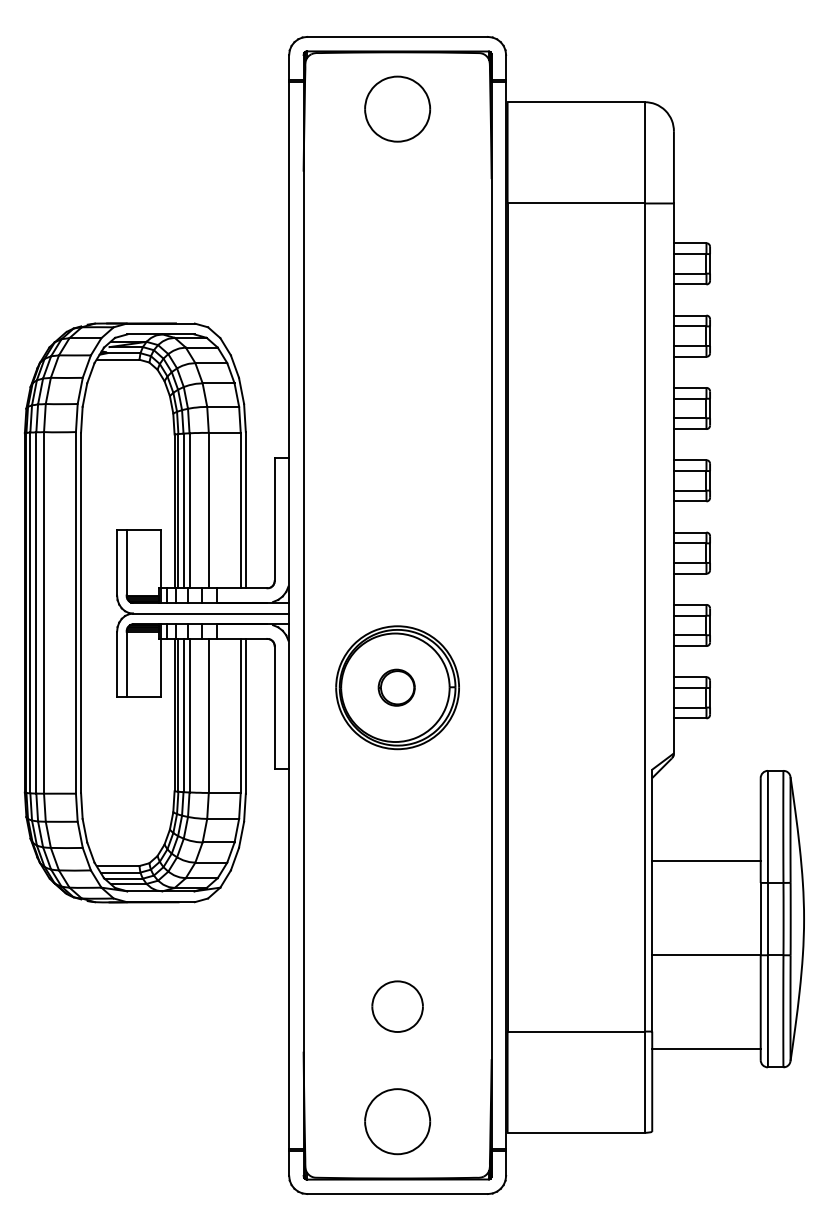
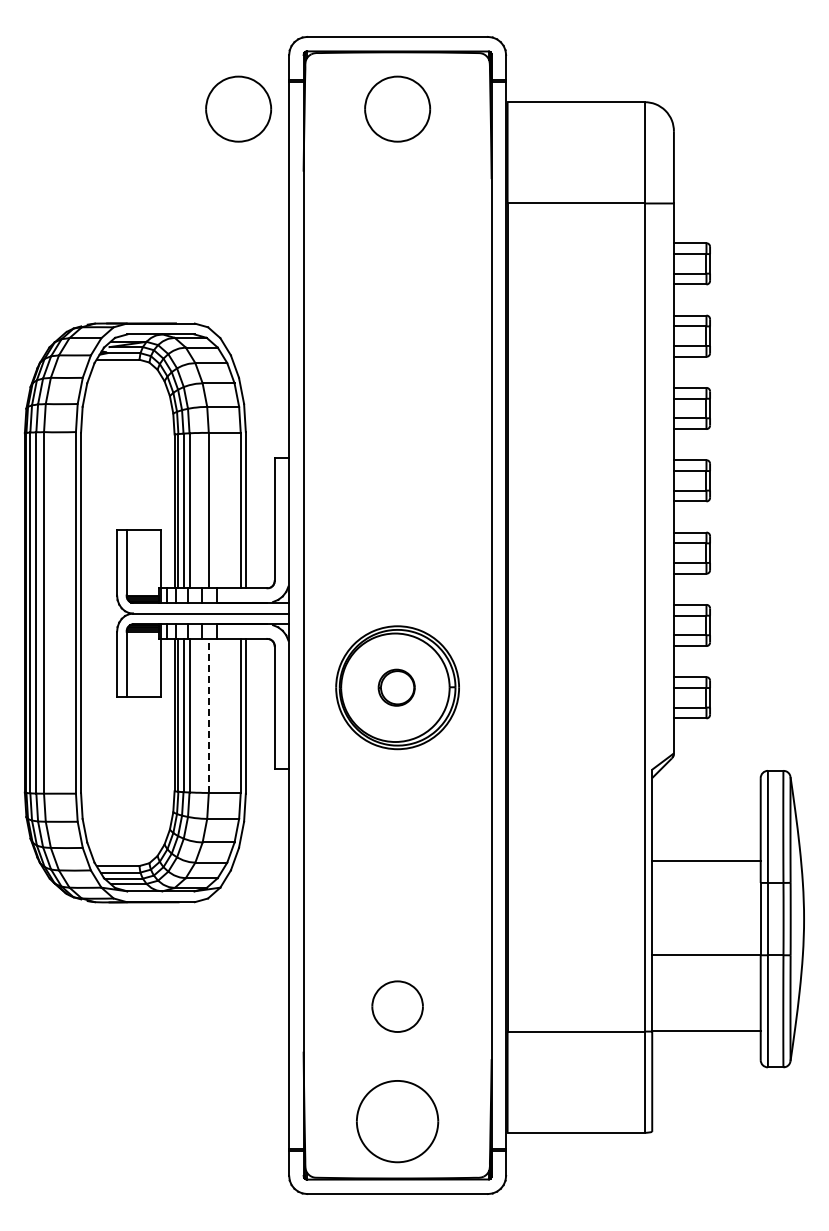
part at (238, 108): none -> present
line at (208, 715): solid -> dashed
line at (706, 1049) position: (706, 1049) -> (706, 1031)
part at (397, 1121) size: 68x68 px -> 84x84 px
